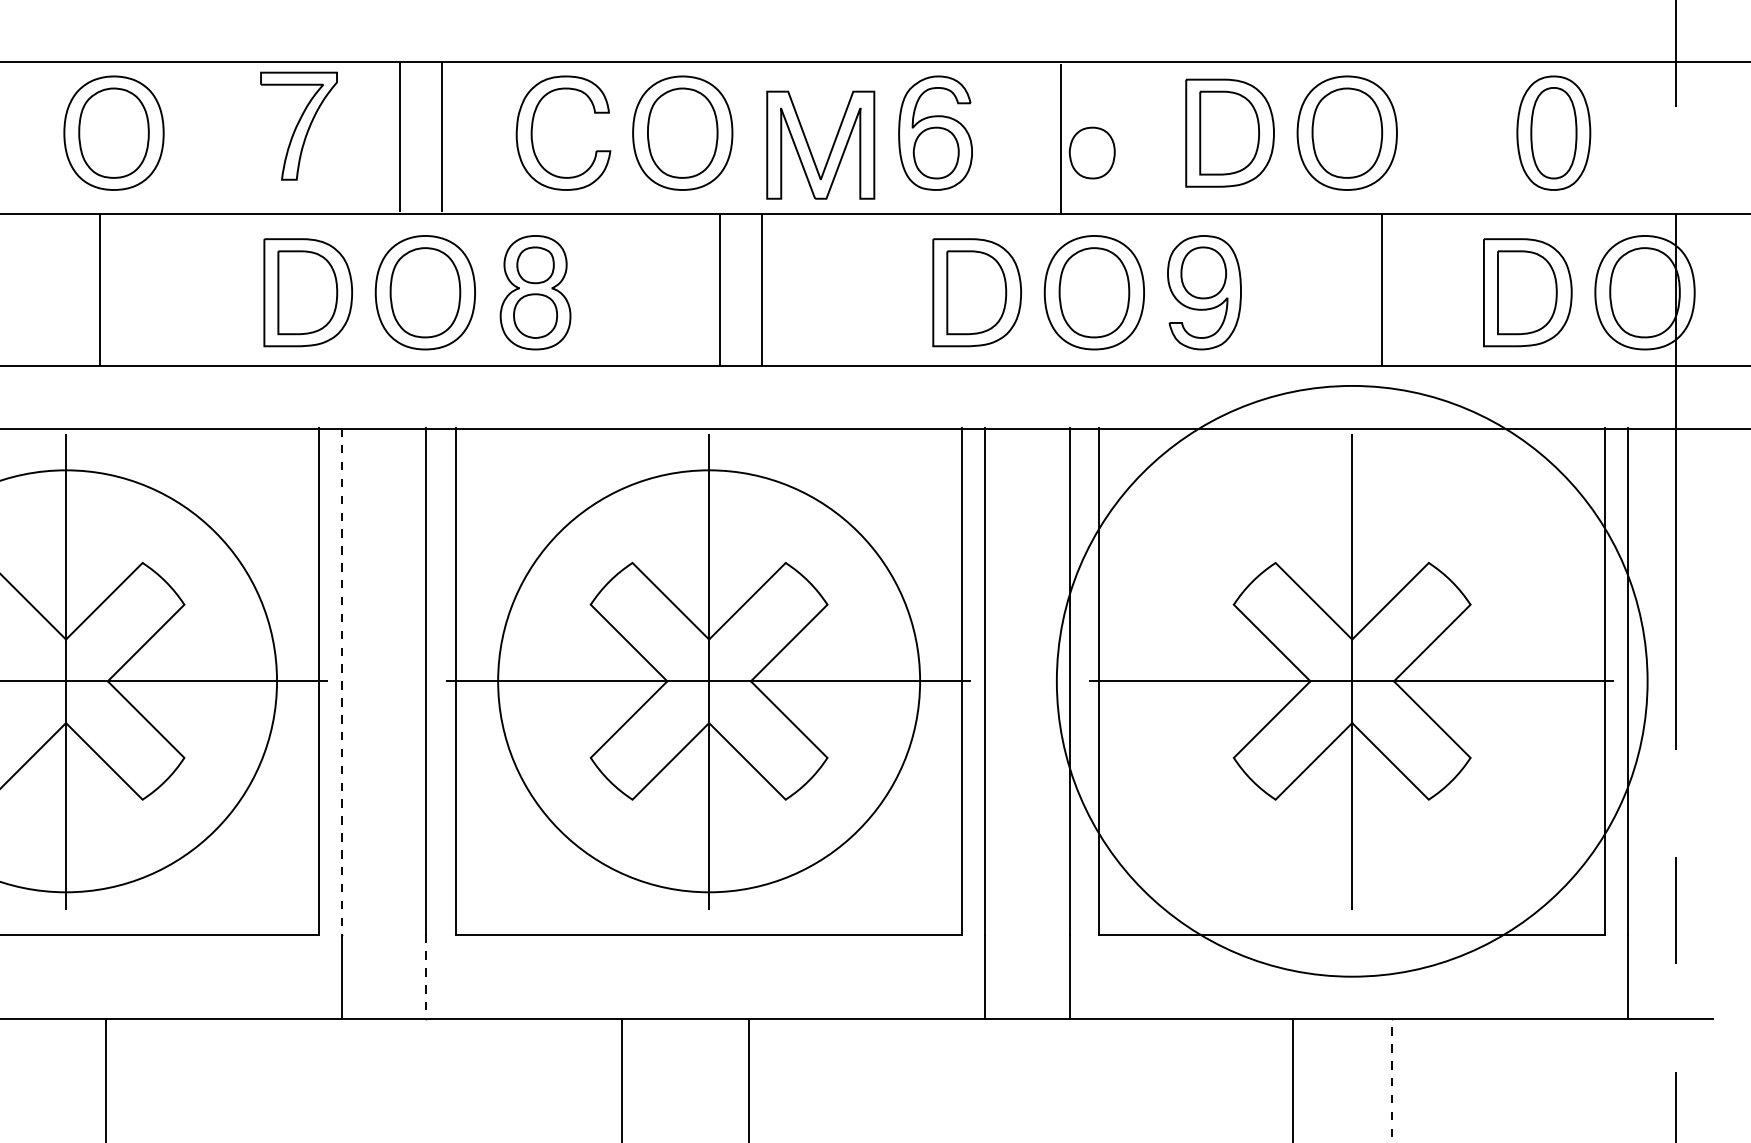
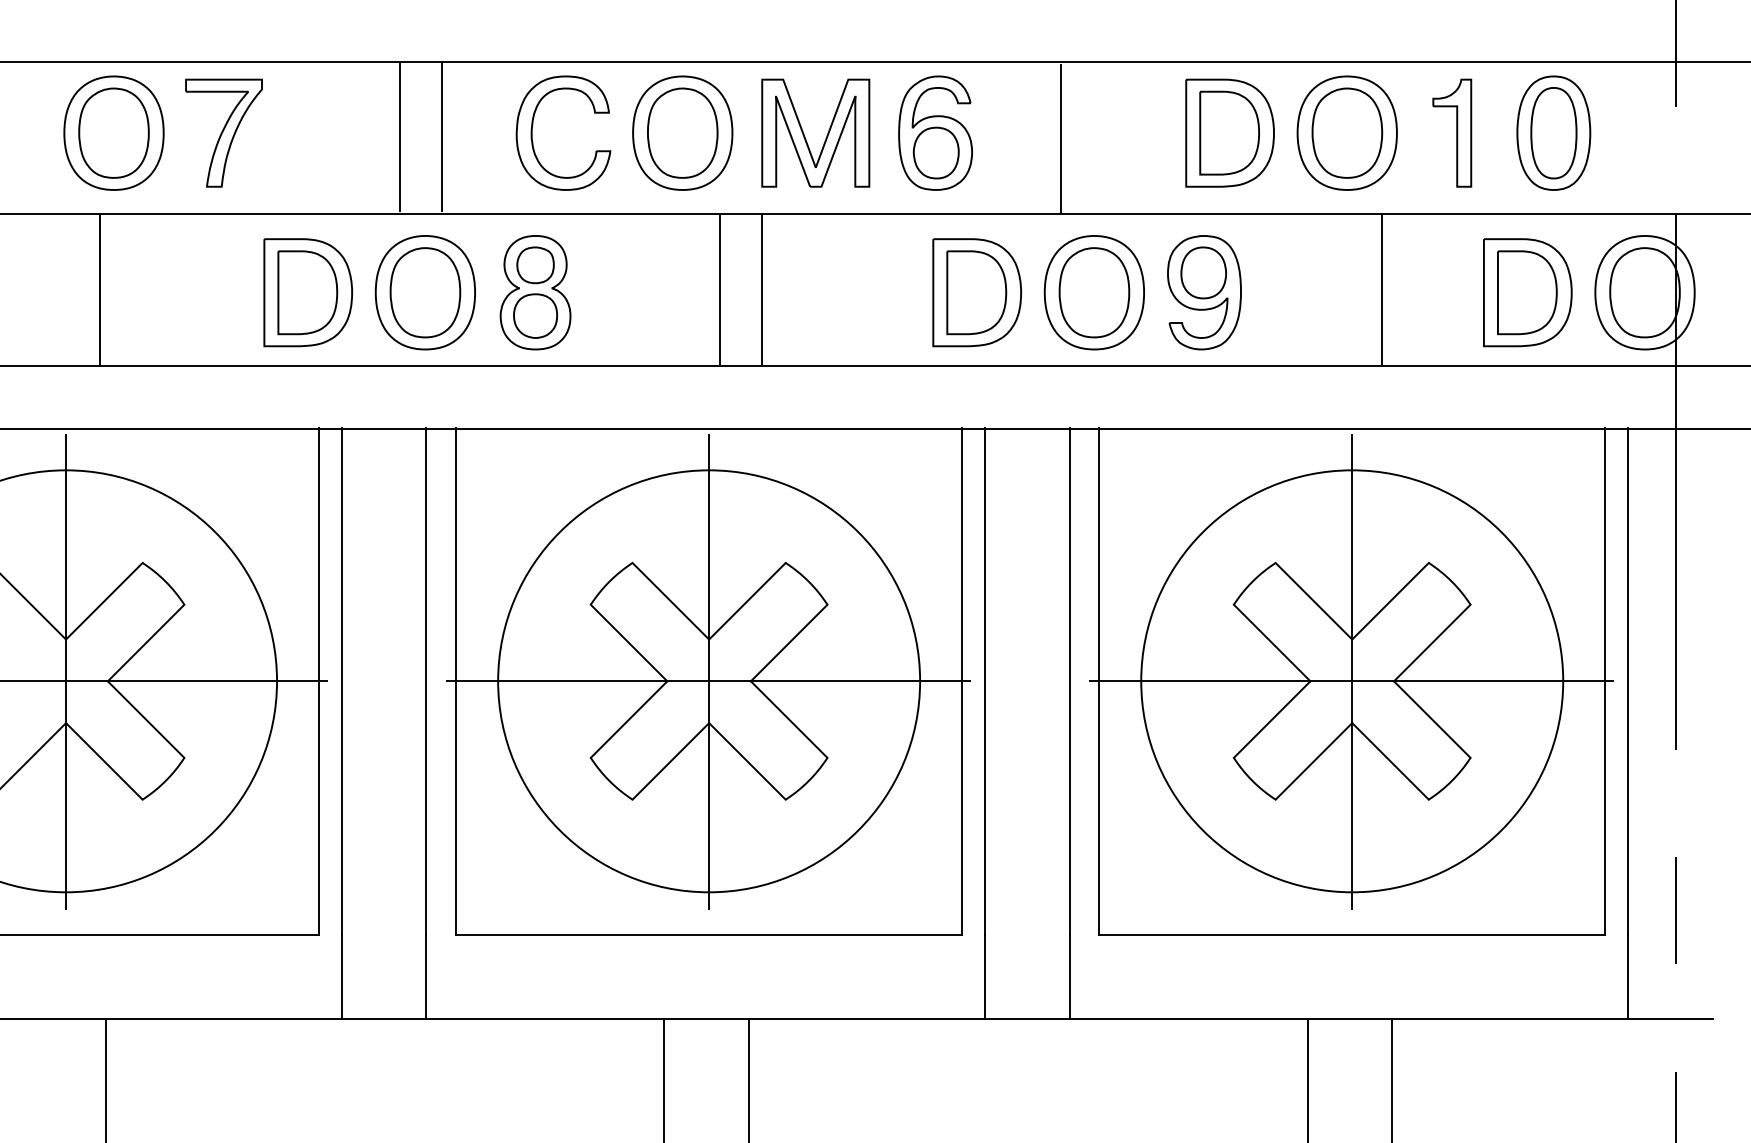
part at (298, 125) position: (298, 125) -> (223, 132)
part at (1452, 132): none -> present
part at (810, 148) position: (810, 148) -> (805, 136)
part at (1091, 152): present -> none
circle at (1351, 680) diameter: 591 px -> 422 px
line at (342, 681): dashed -> solid
line at (426, 977): dashed -> solid
line at (622, 1078) position: (622, 1078) -> (664, 1078)
line at (1292, 1078) position: (1292, 1078) -> (1307, 1078)
line at (1391, 1080): dashed -> solid
